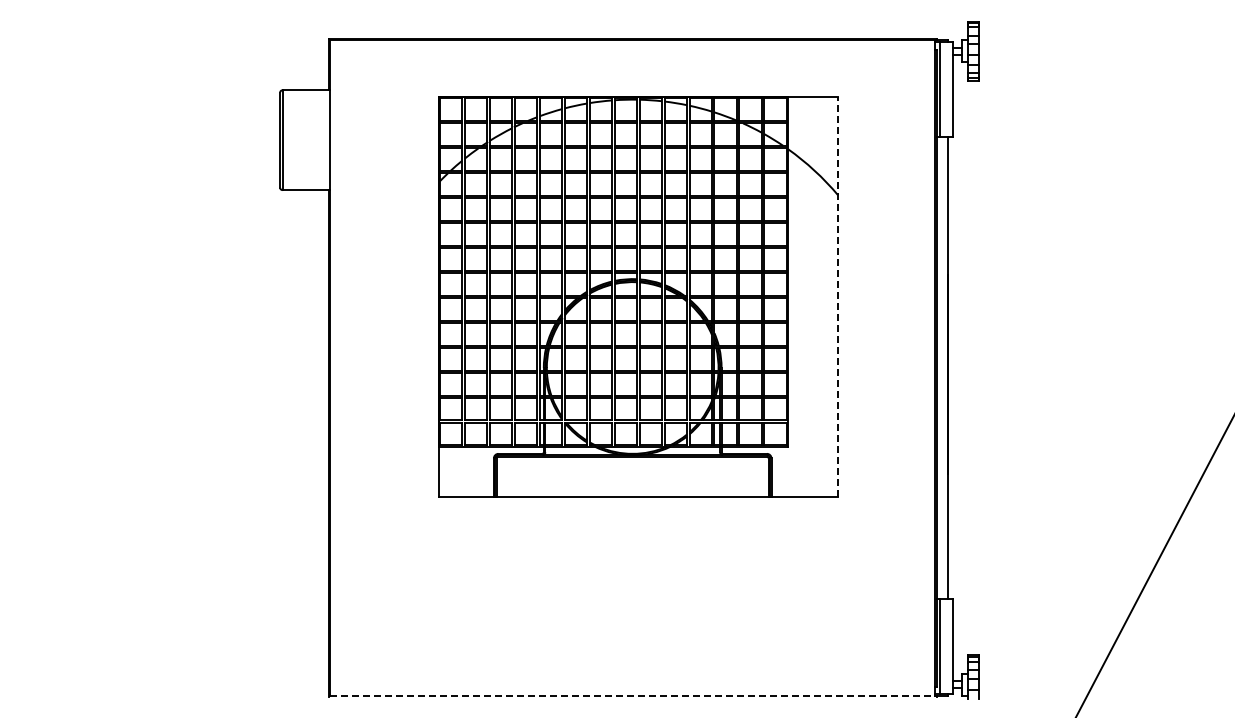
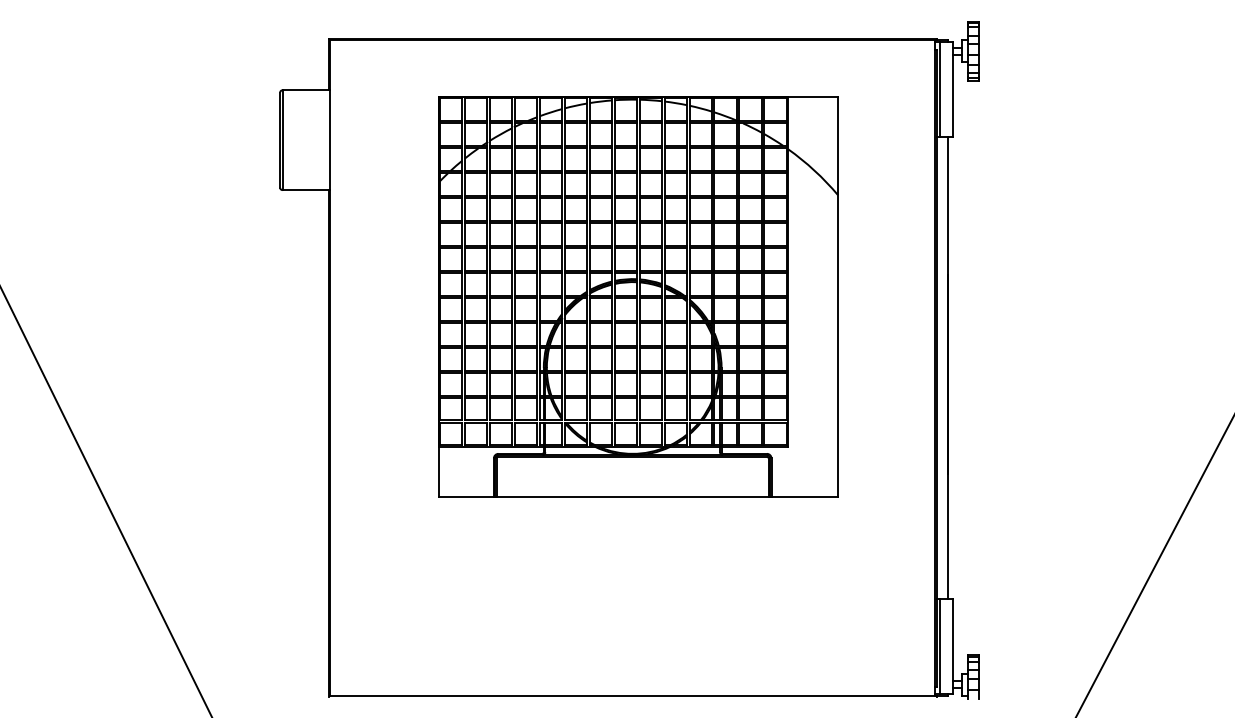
line at (838, 296): dashed -> solid
line at (106, 502): none -> present
line at (632, 695): dashed -> solid
